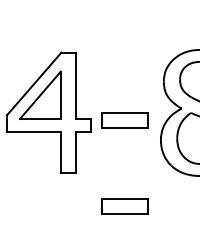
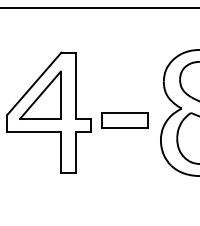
line at (99, 8): none -> present
part at (124, 206): present -> none
